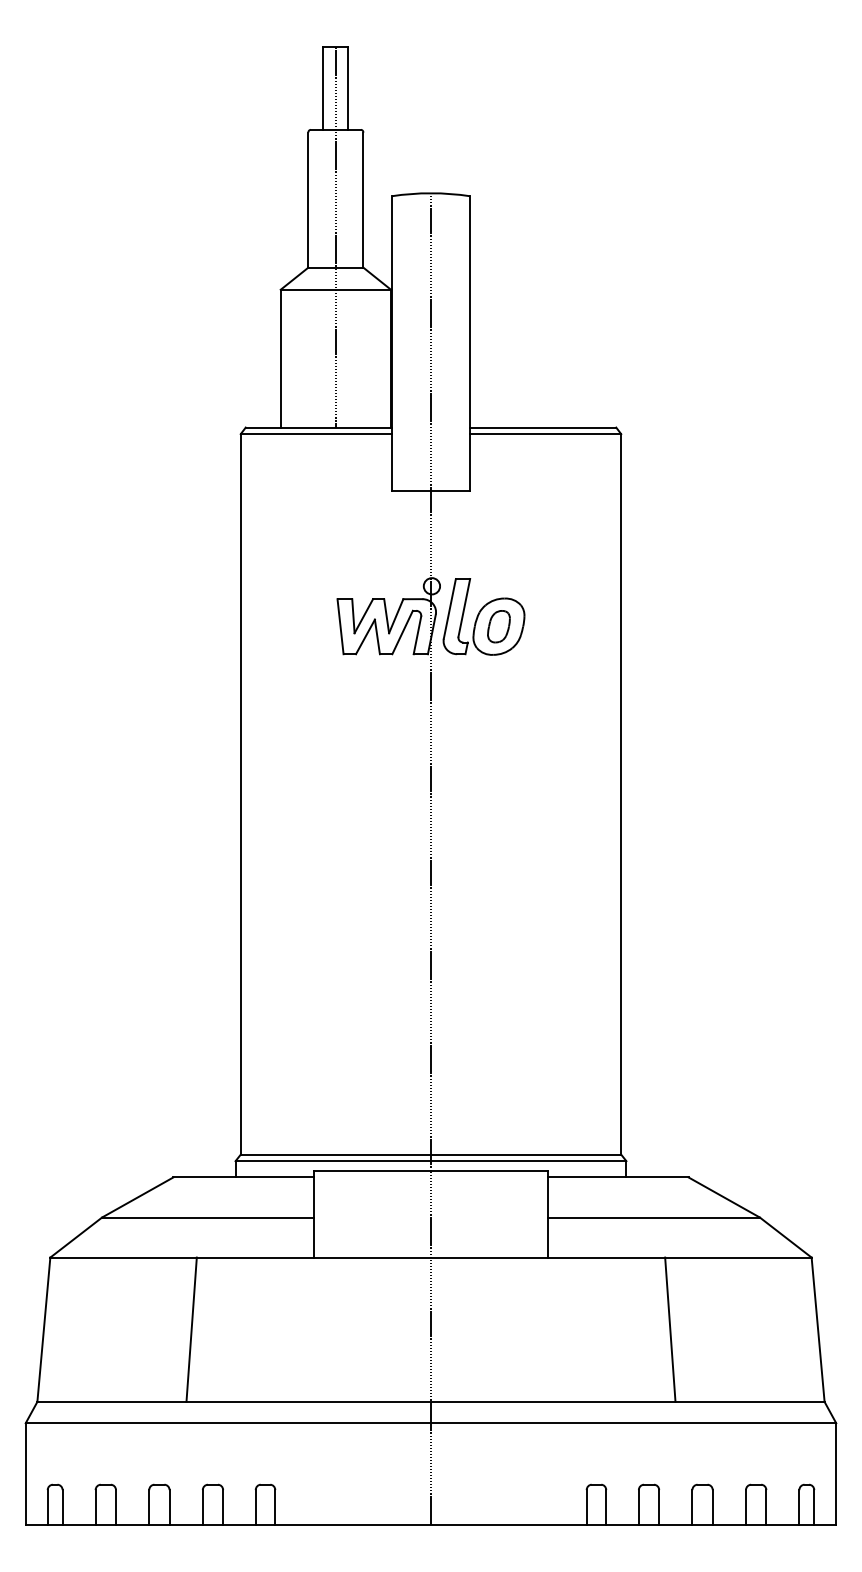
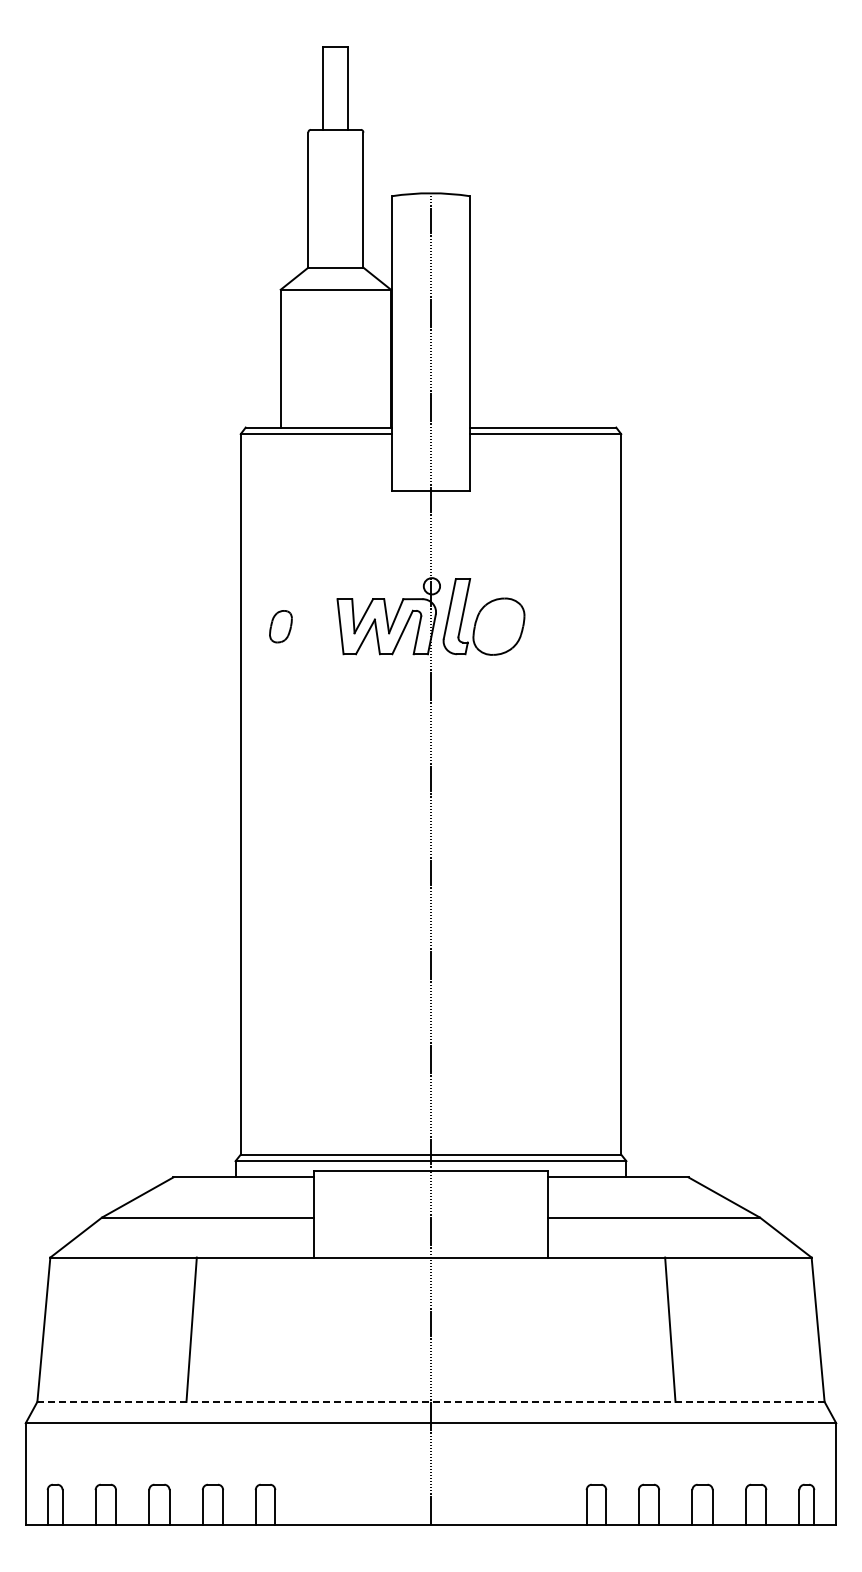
line at (335, 237): present -> none
part at (498, 626) position: (498, 626) -> (280, 626)
line at (431, 1401): solid -> dashed
